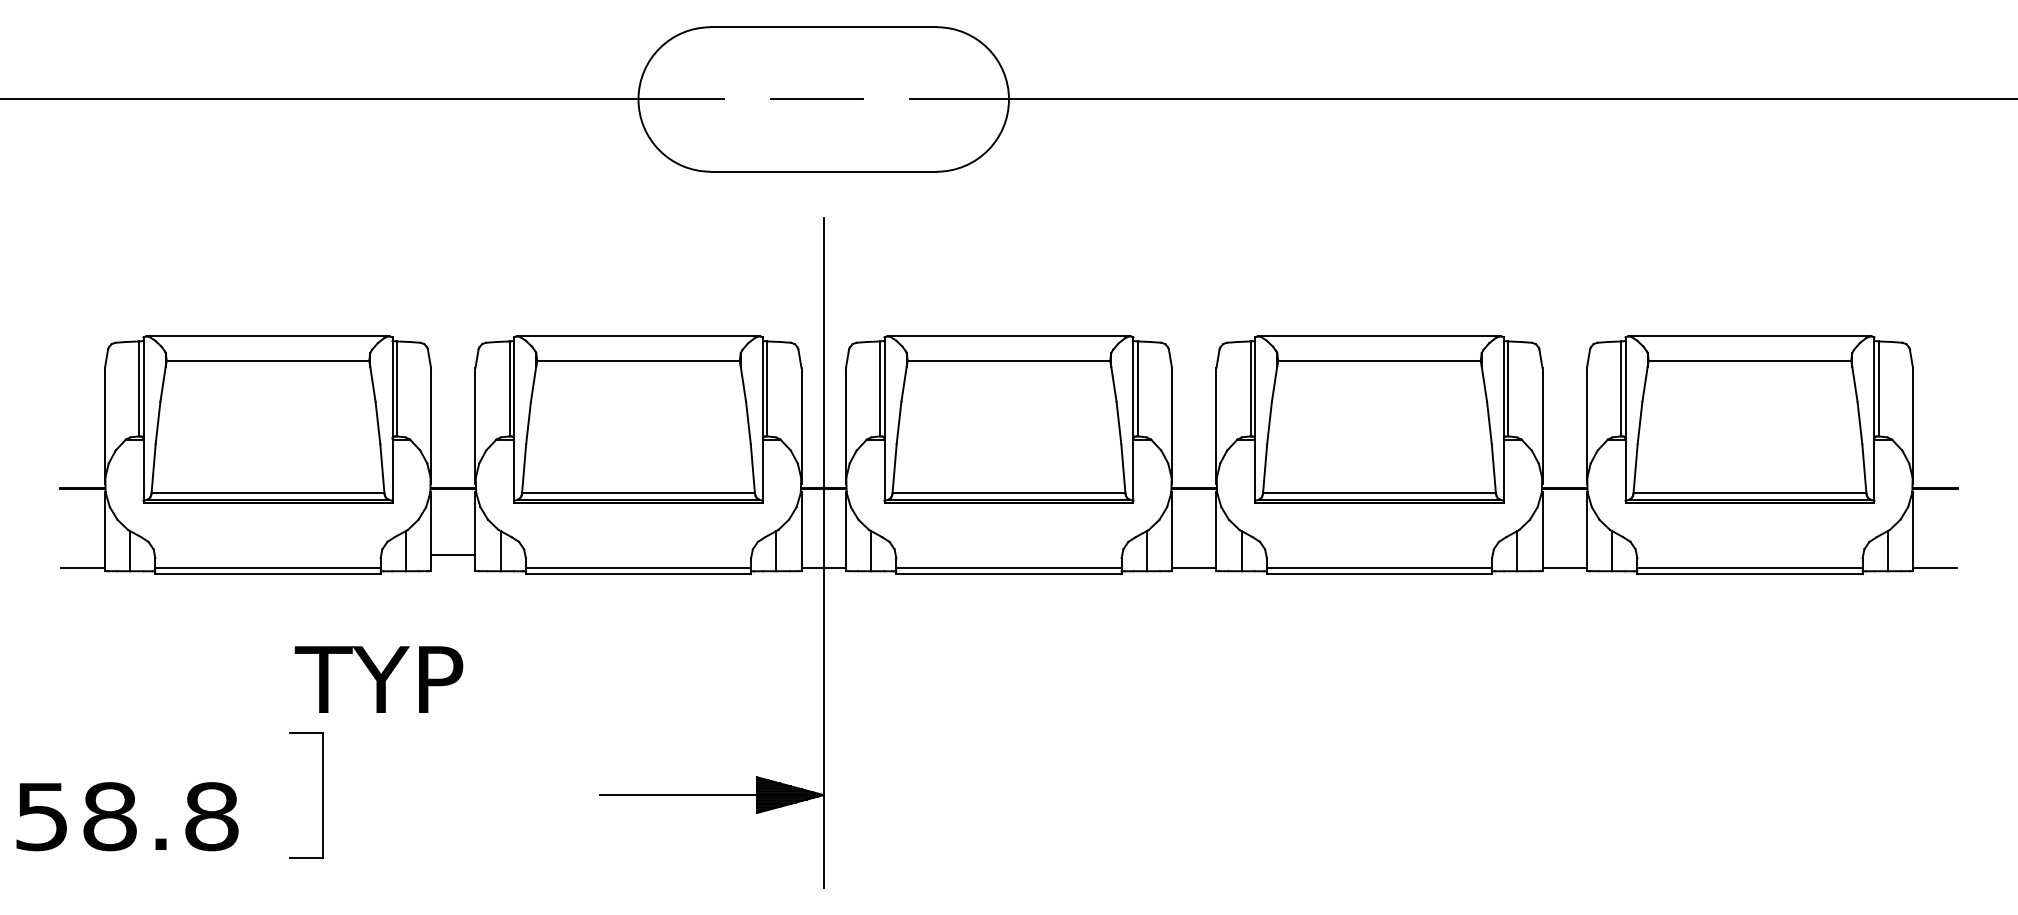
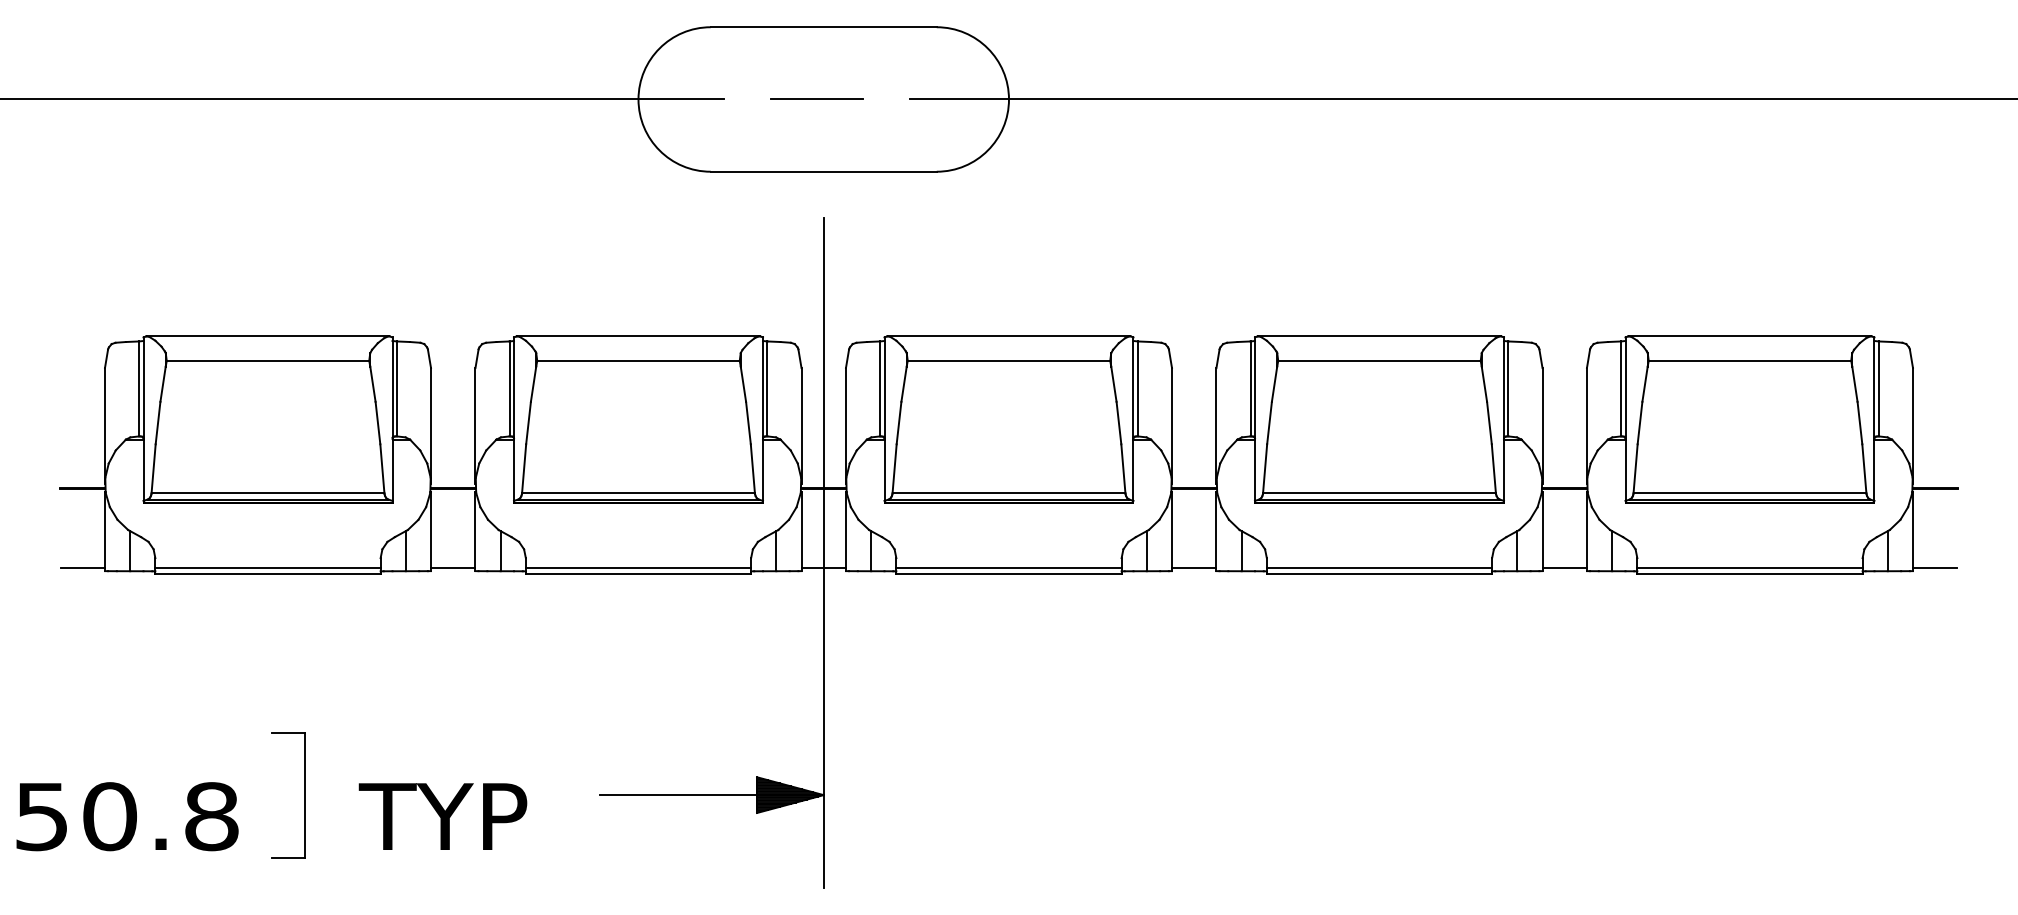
line at (453, 554) position: (453, 554) -> (453, 567)
text at (378, 679) position: (378, 679) -> (442, 816)
part at (322, 795) position: (322, 795) -> (304, 795)
text at (109, 816): 58.8 -> 50.8
